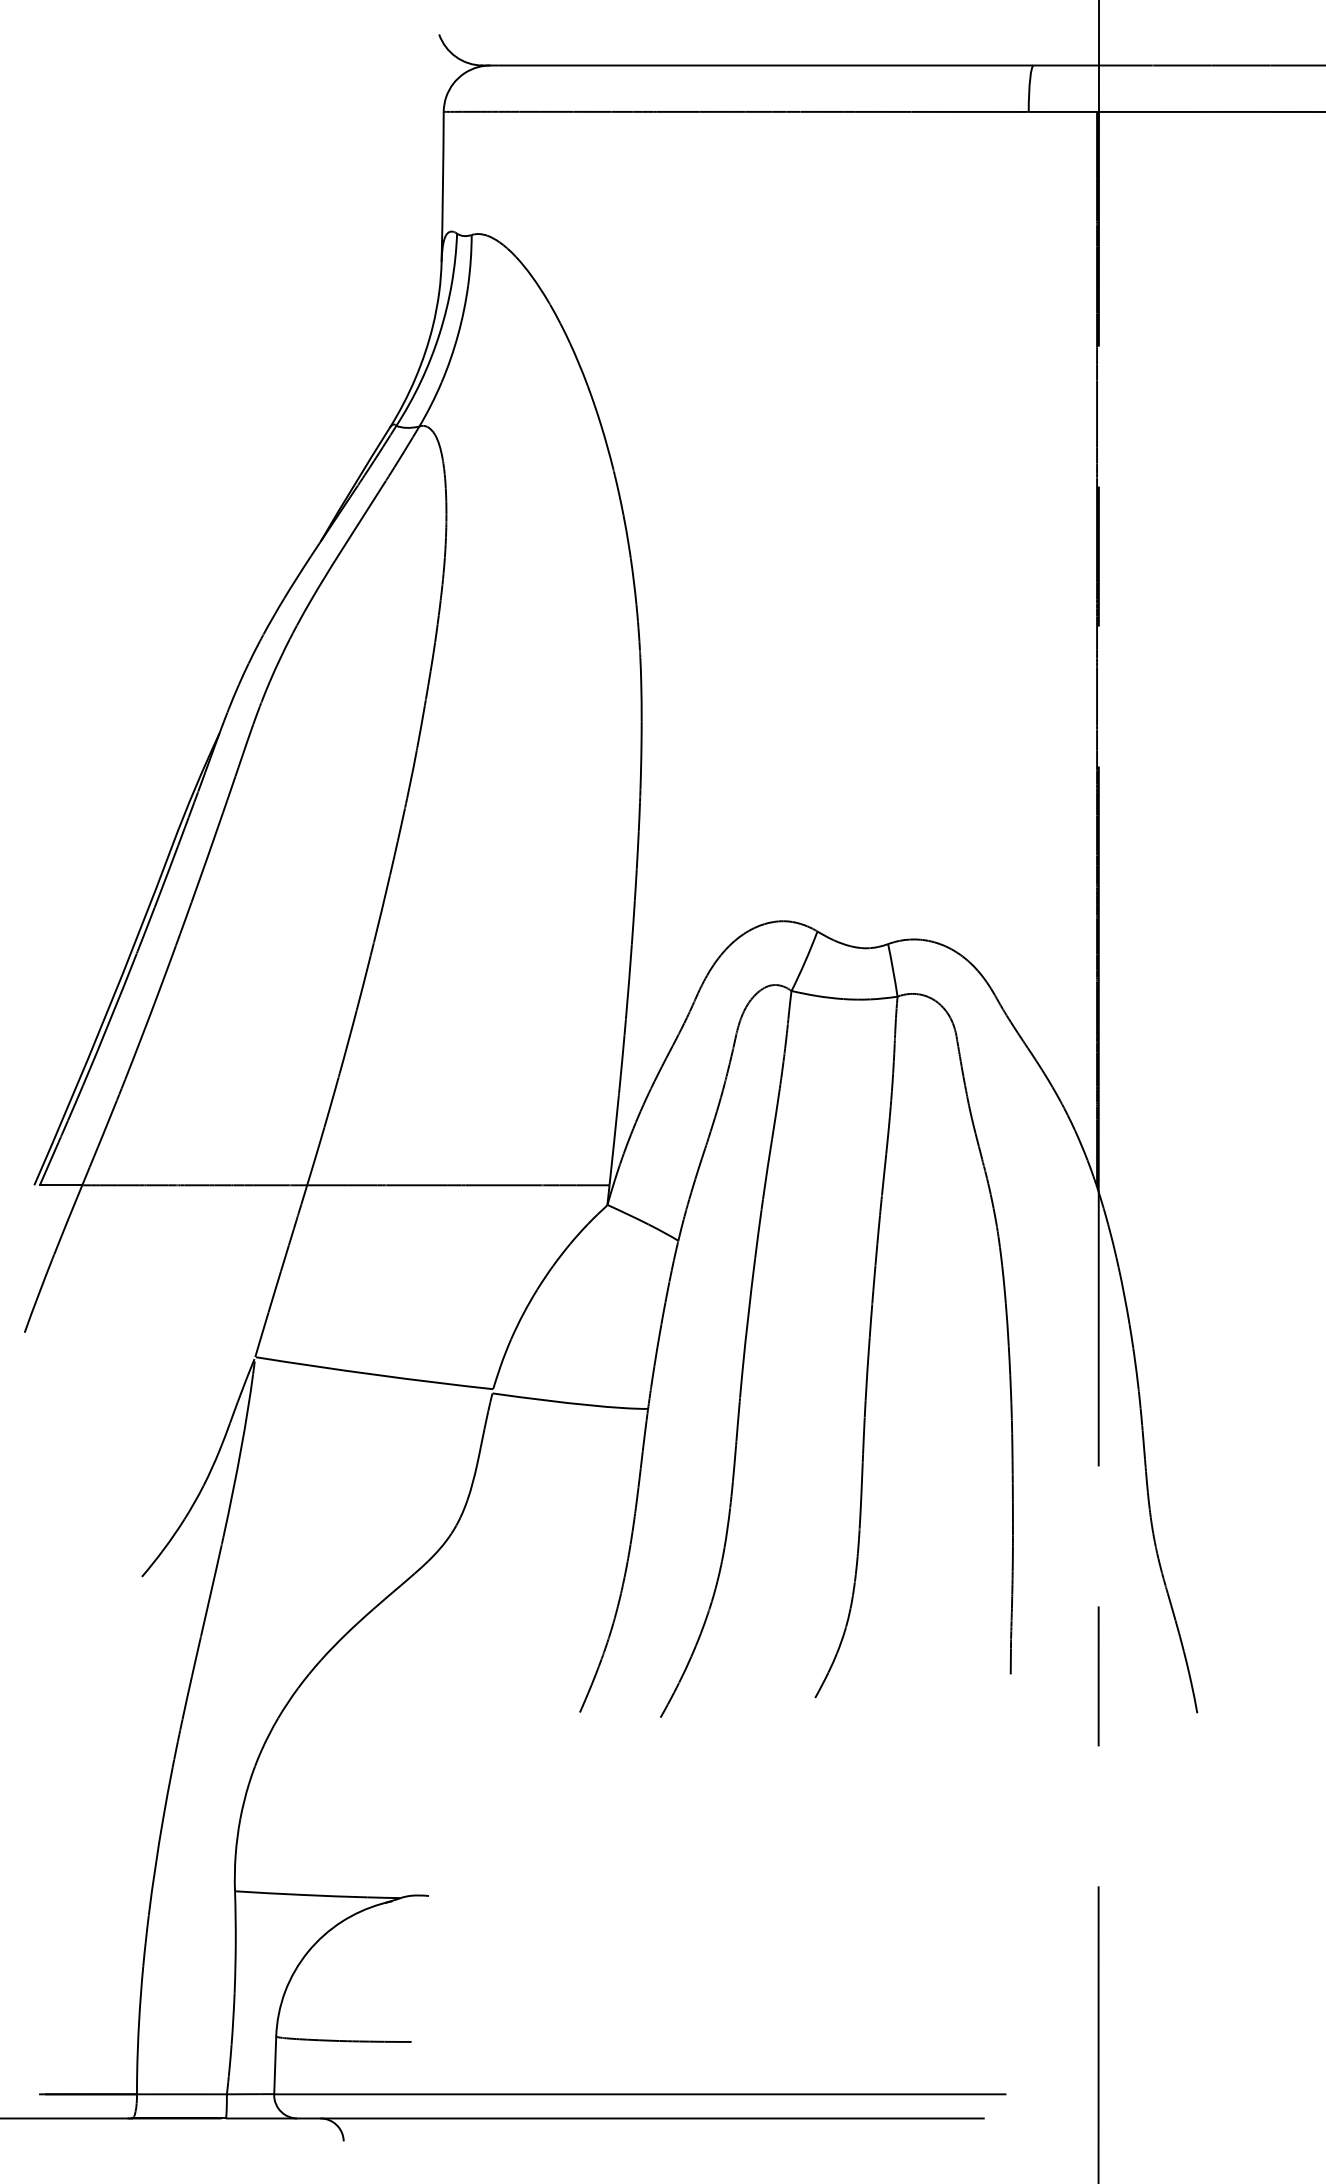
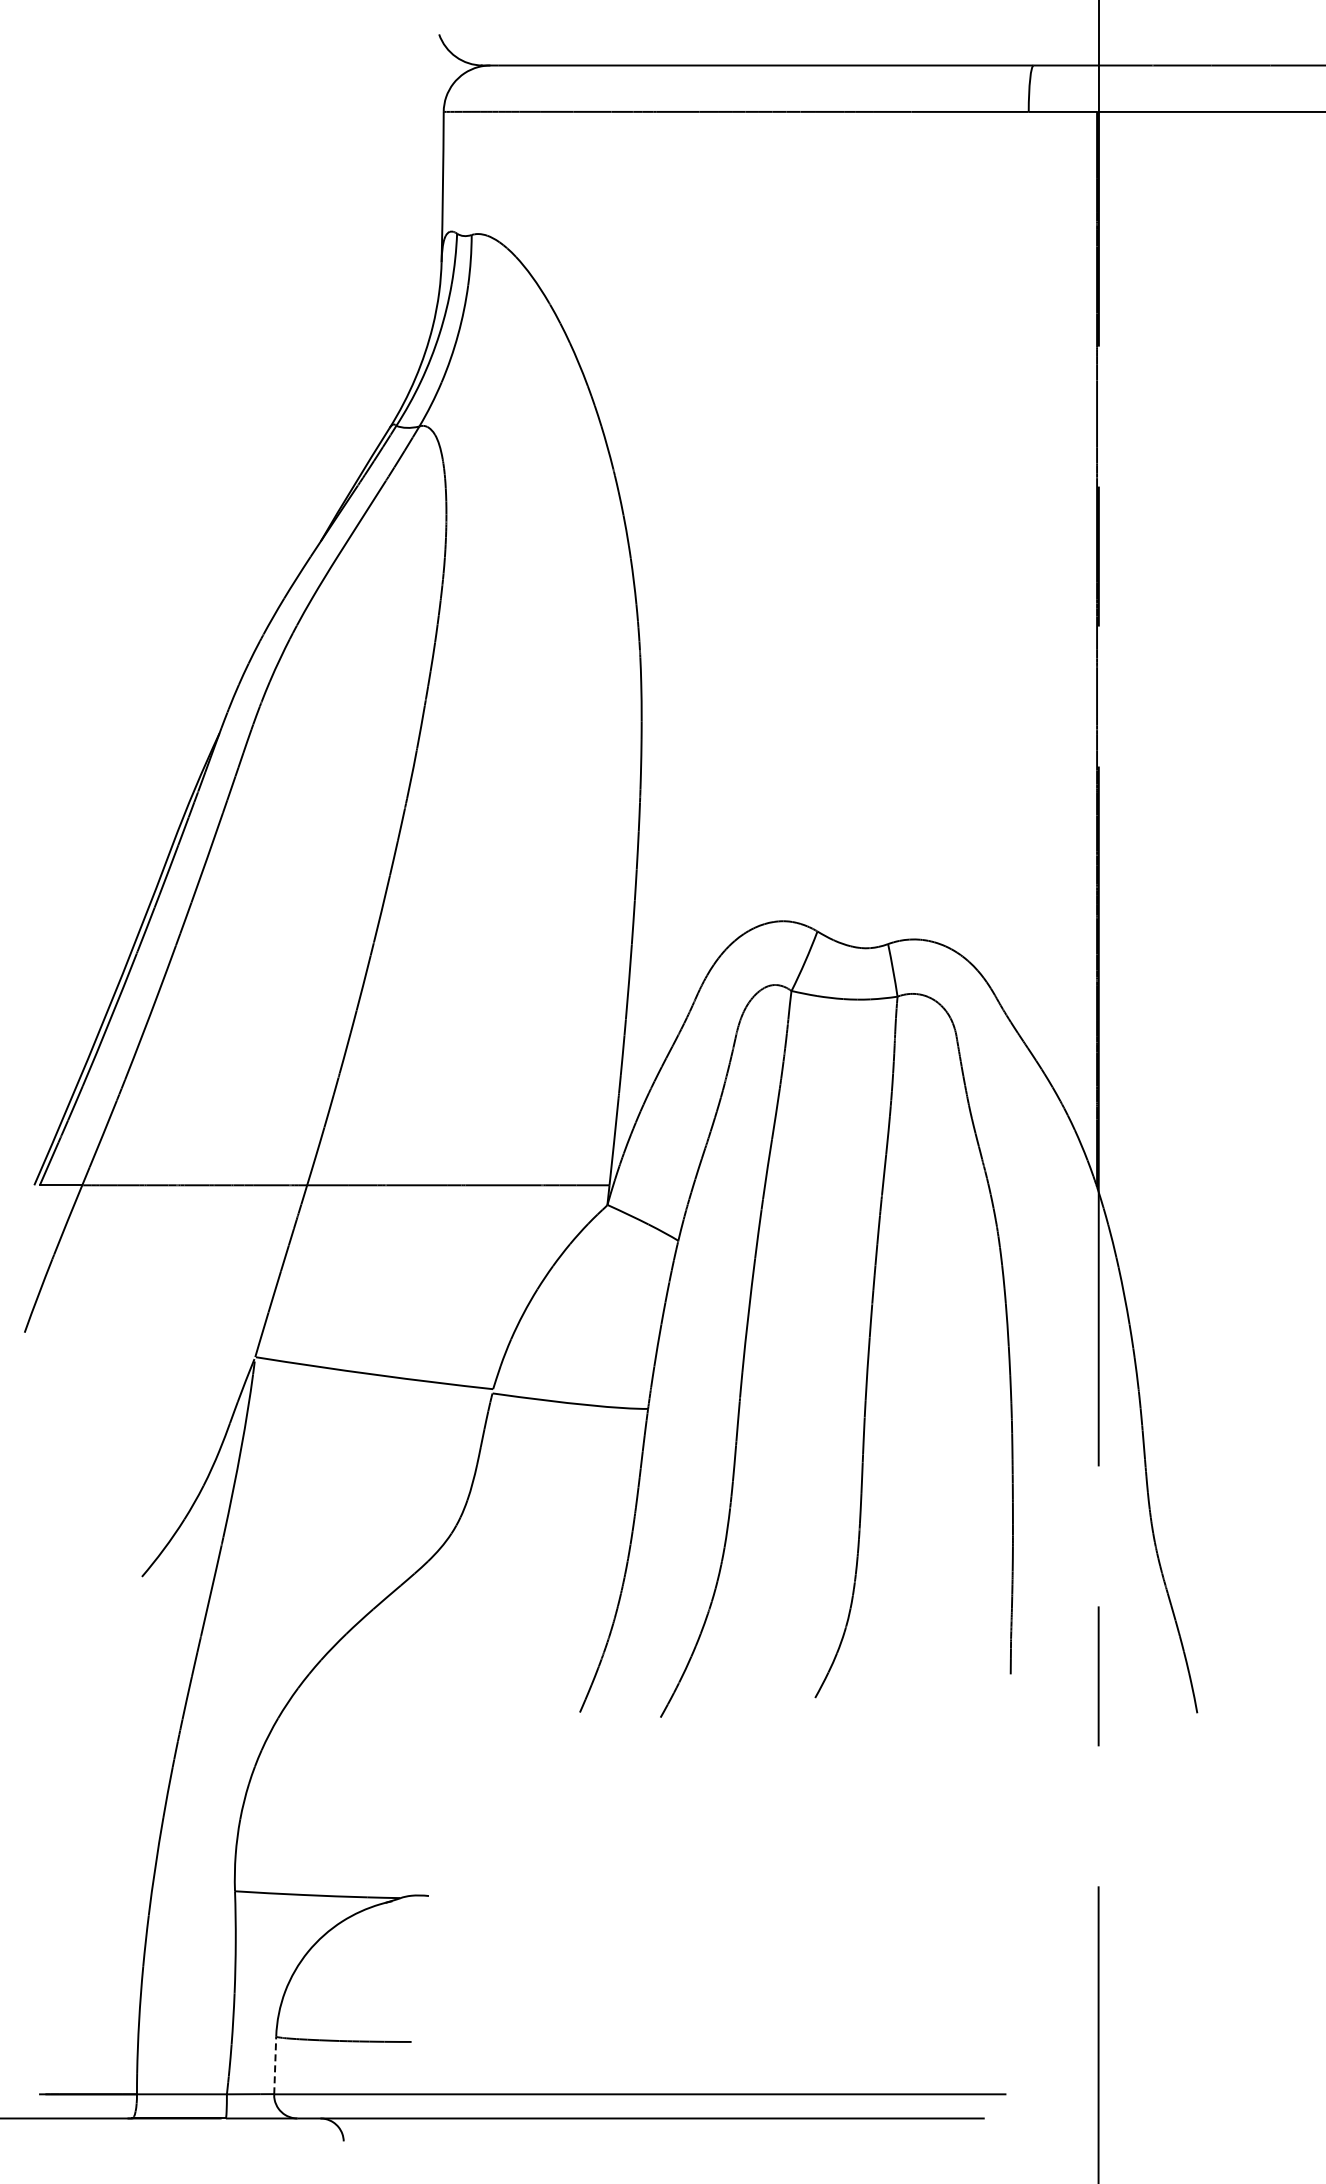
line at (275, 2065): solid -> dashed
